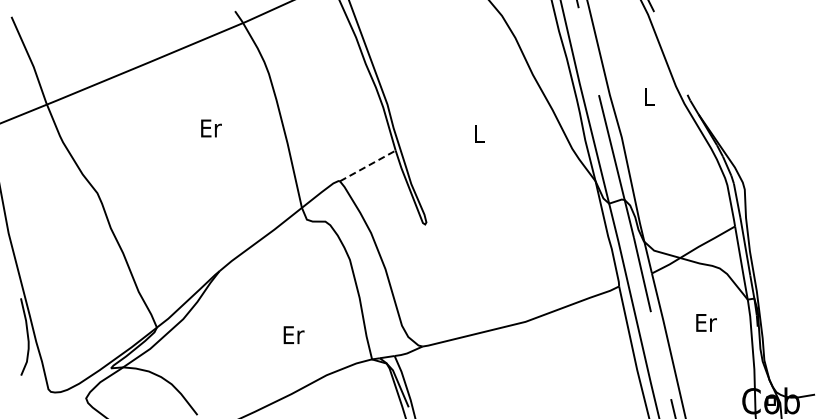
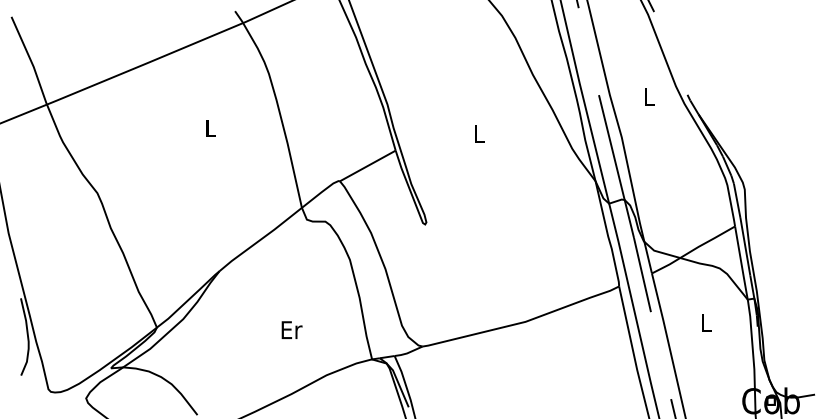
text at (211, 128): Er -> L
line at (367, 165): dashed -> solid
text at (706, 322): Er -> L
text at (293, 334) position: (293, 334) -> (291, 329)
